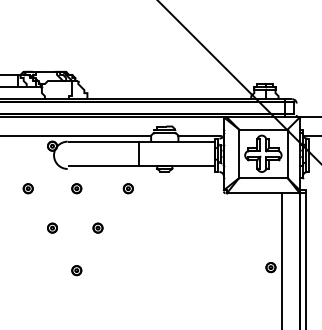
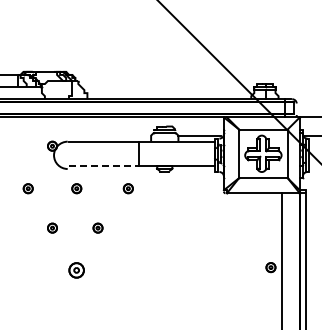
line at (76, 135): present -> none
line at (104, 165): solid -> dashed
part at (76, 270) size: 12x12 px -> 17x17 px
